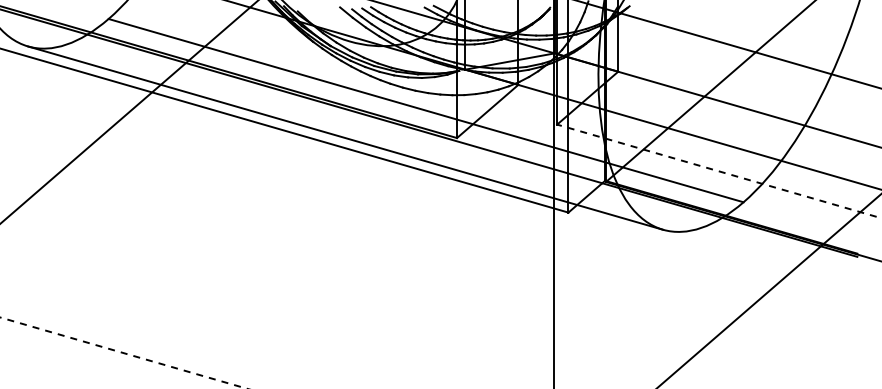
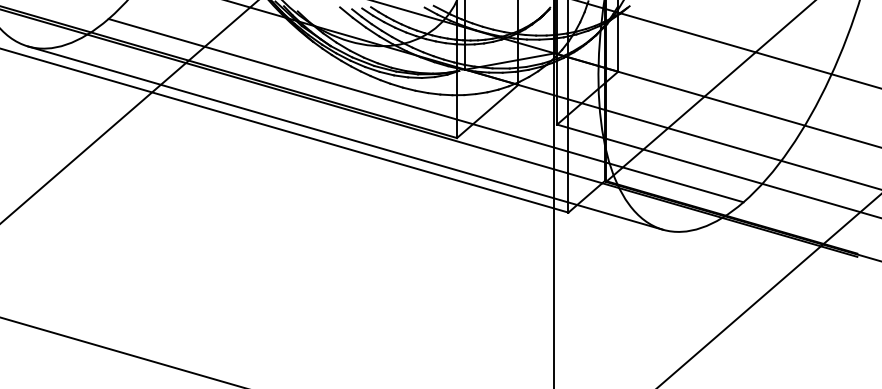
line at (719, 171): dashed -> solid
line at (124, 353): dashed -> solid
